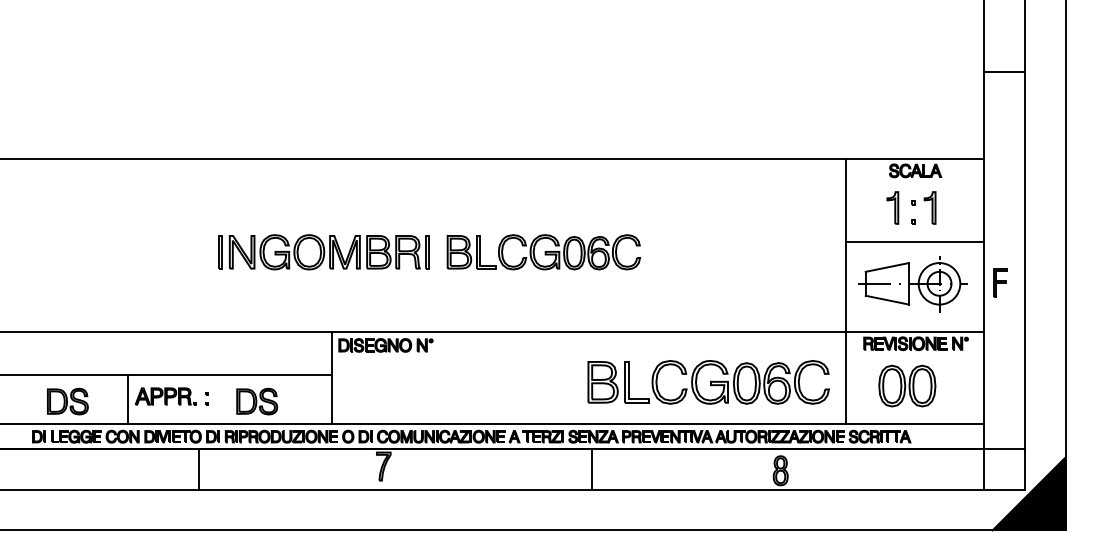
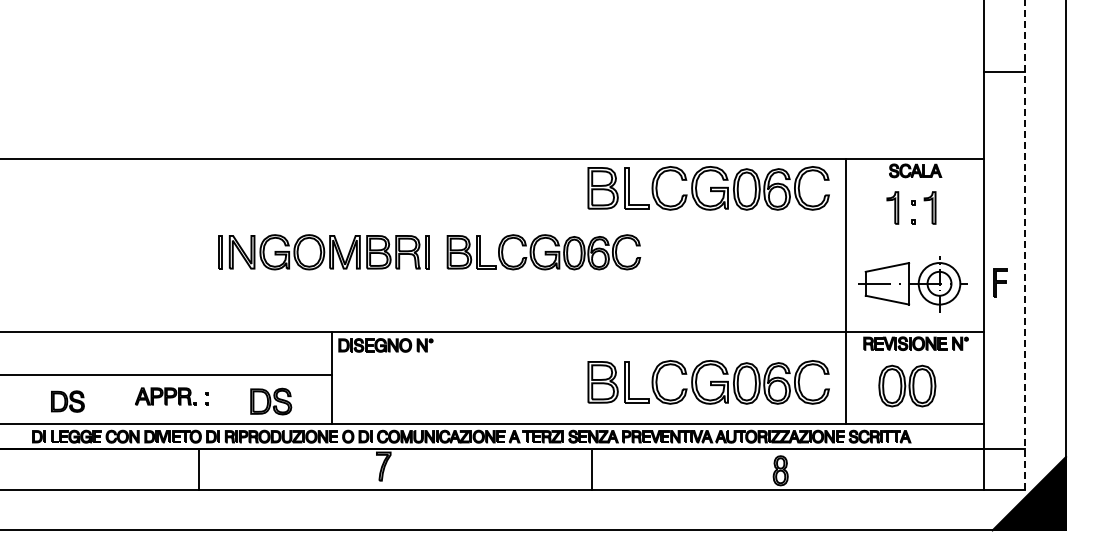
part at (708, 188): none -> present
line at (914, 241): present -> none
line at (1025, 244): solid -> dashed
line at (127, 399): present -> none
part at (67, 401) size: 42x29 px -> 34x23 px
part at (257, 401) position: (257, 401) -> (271, 401)
